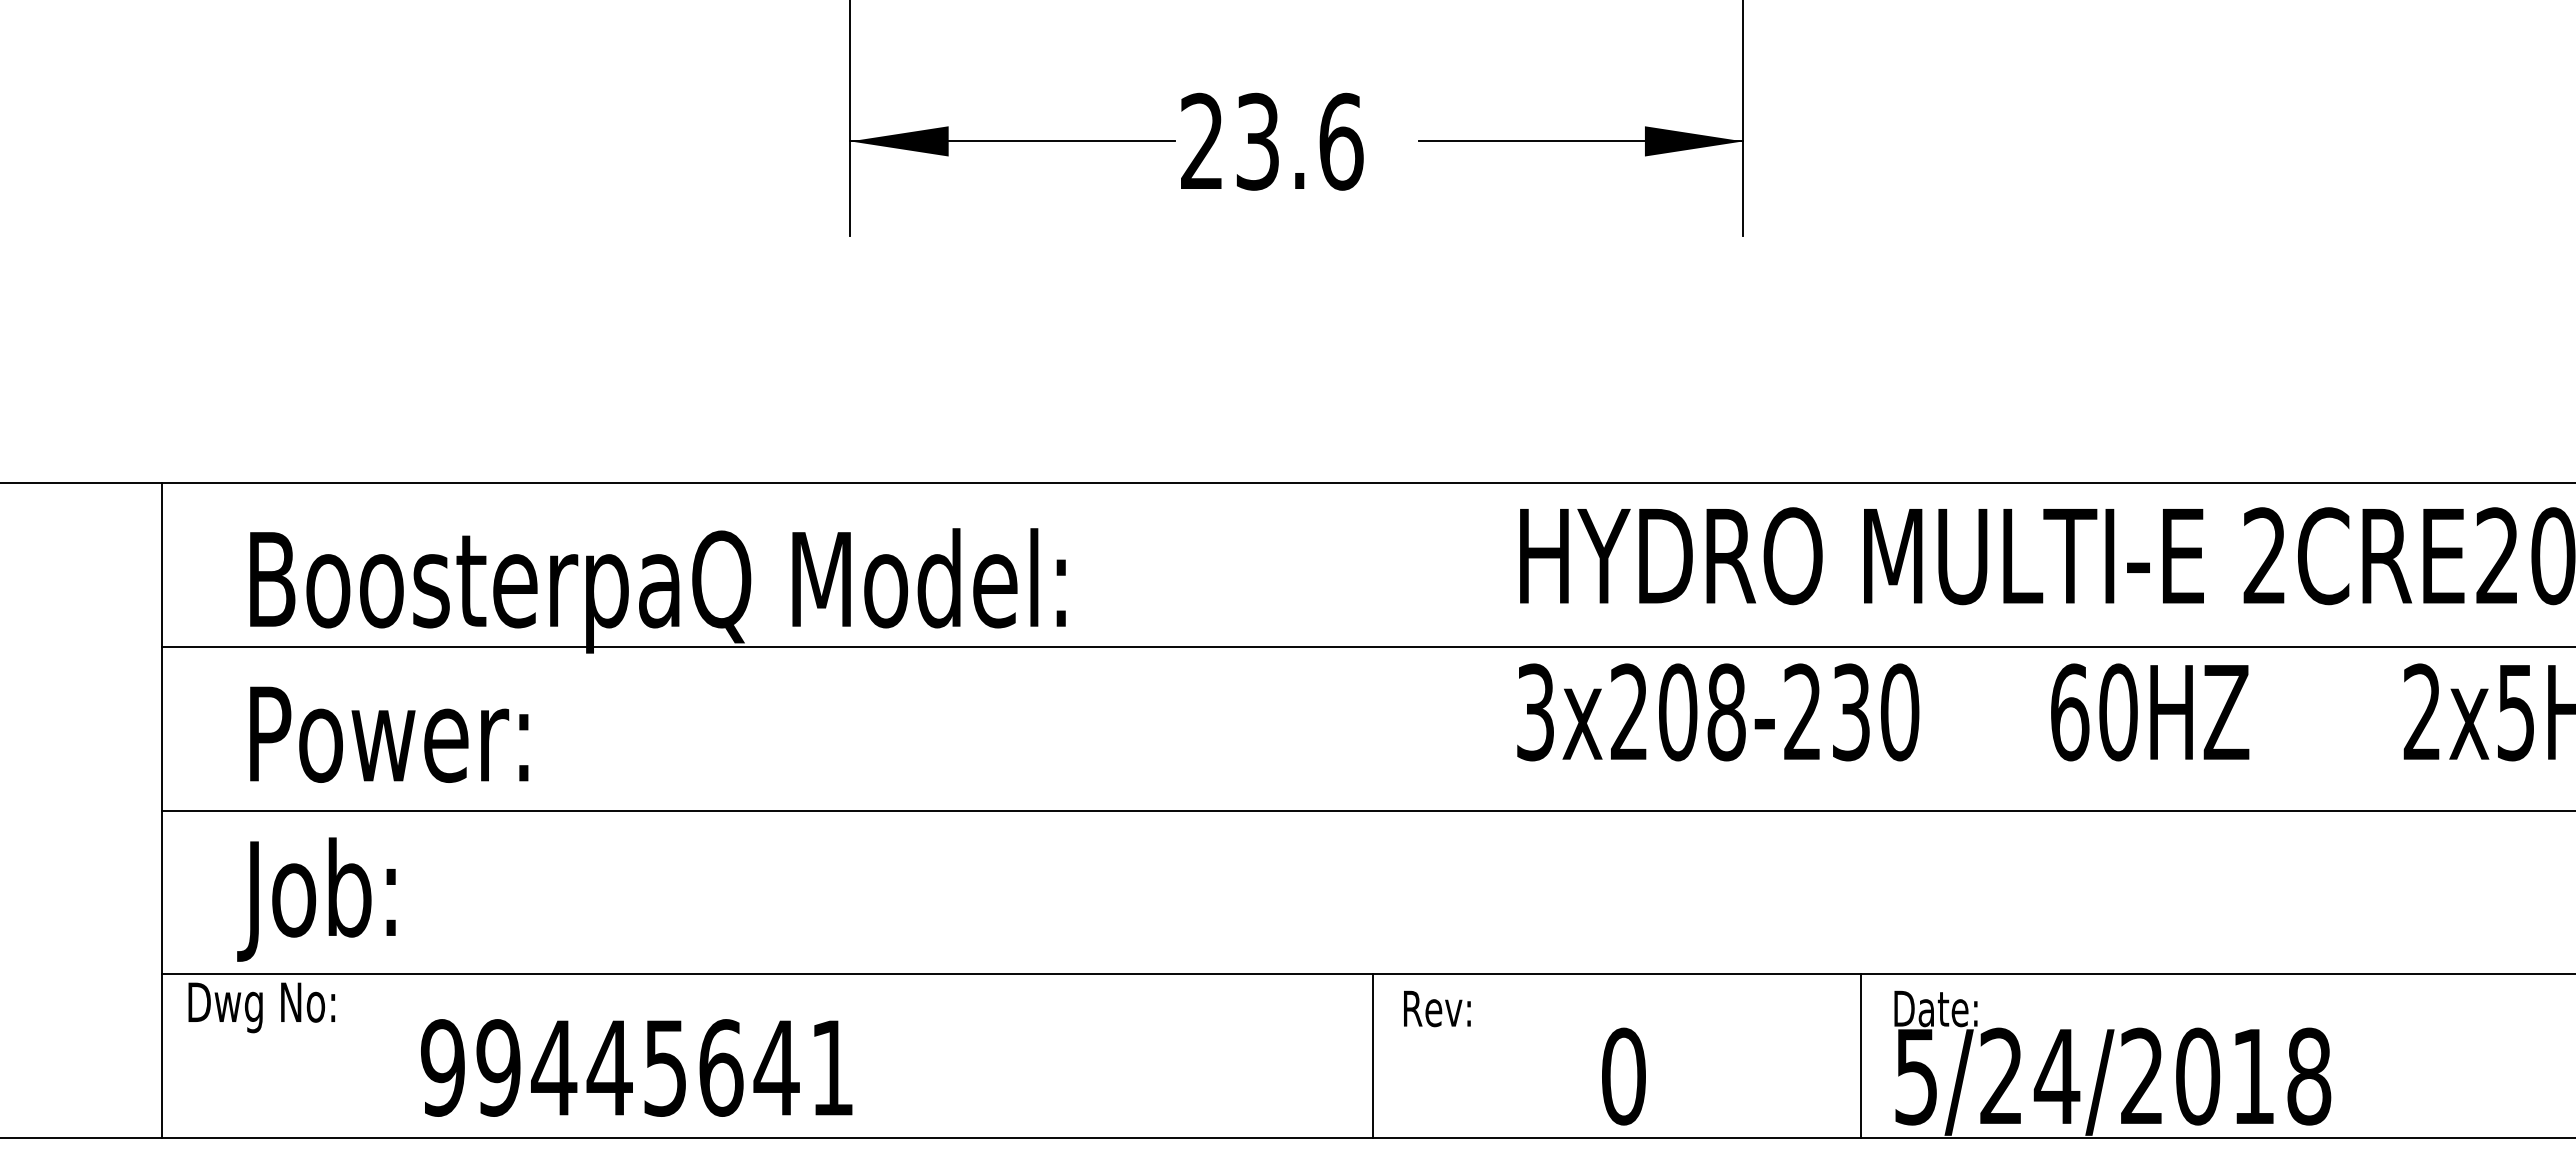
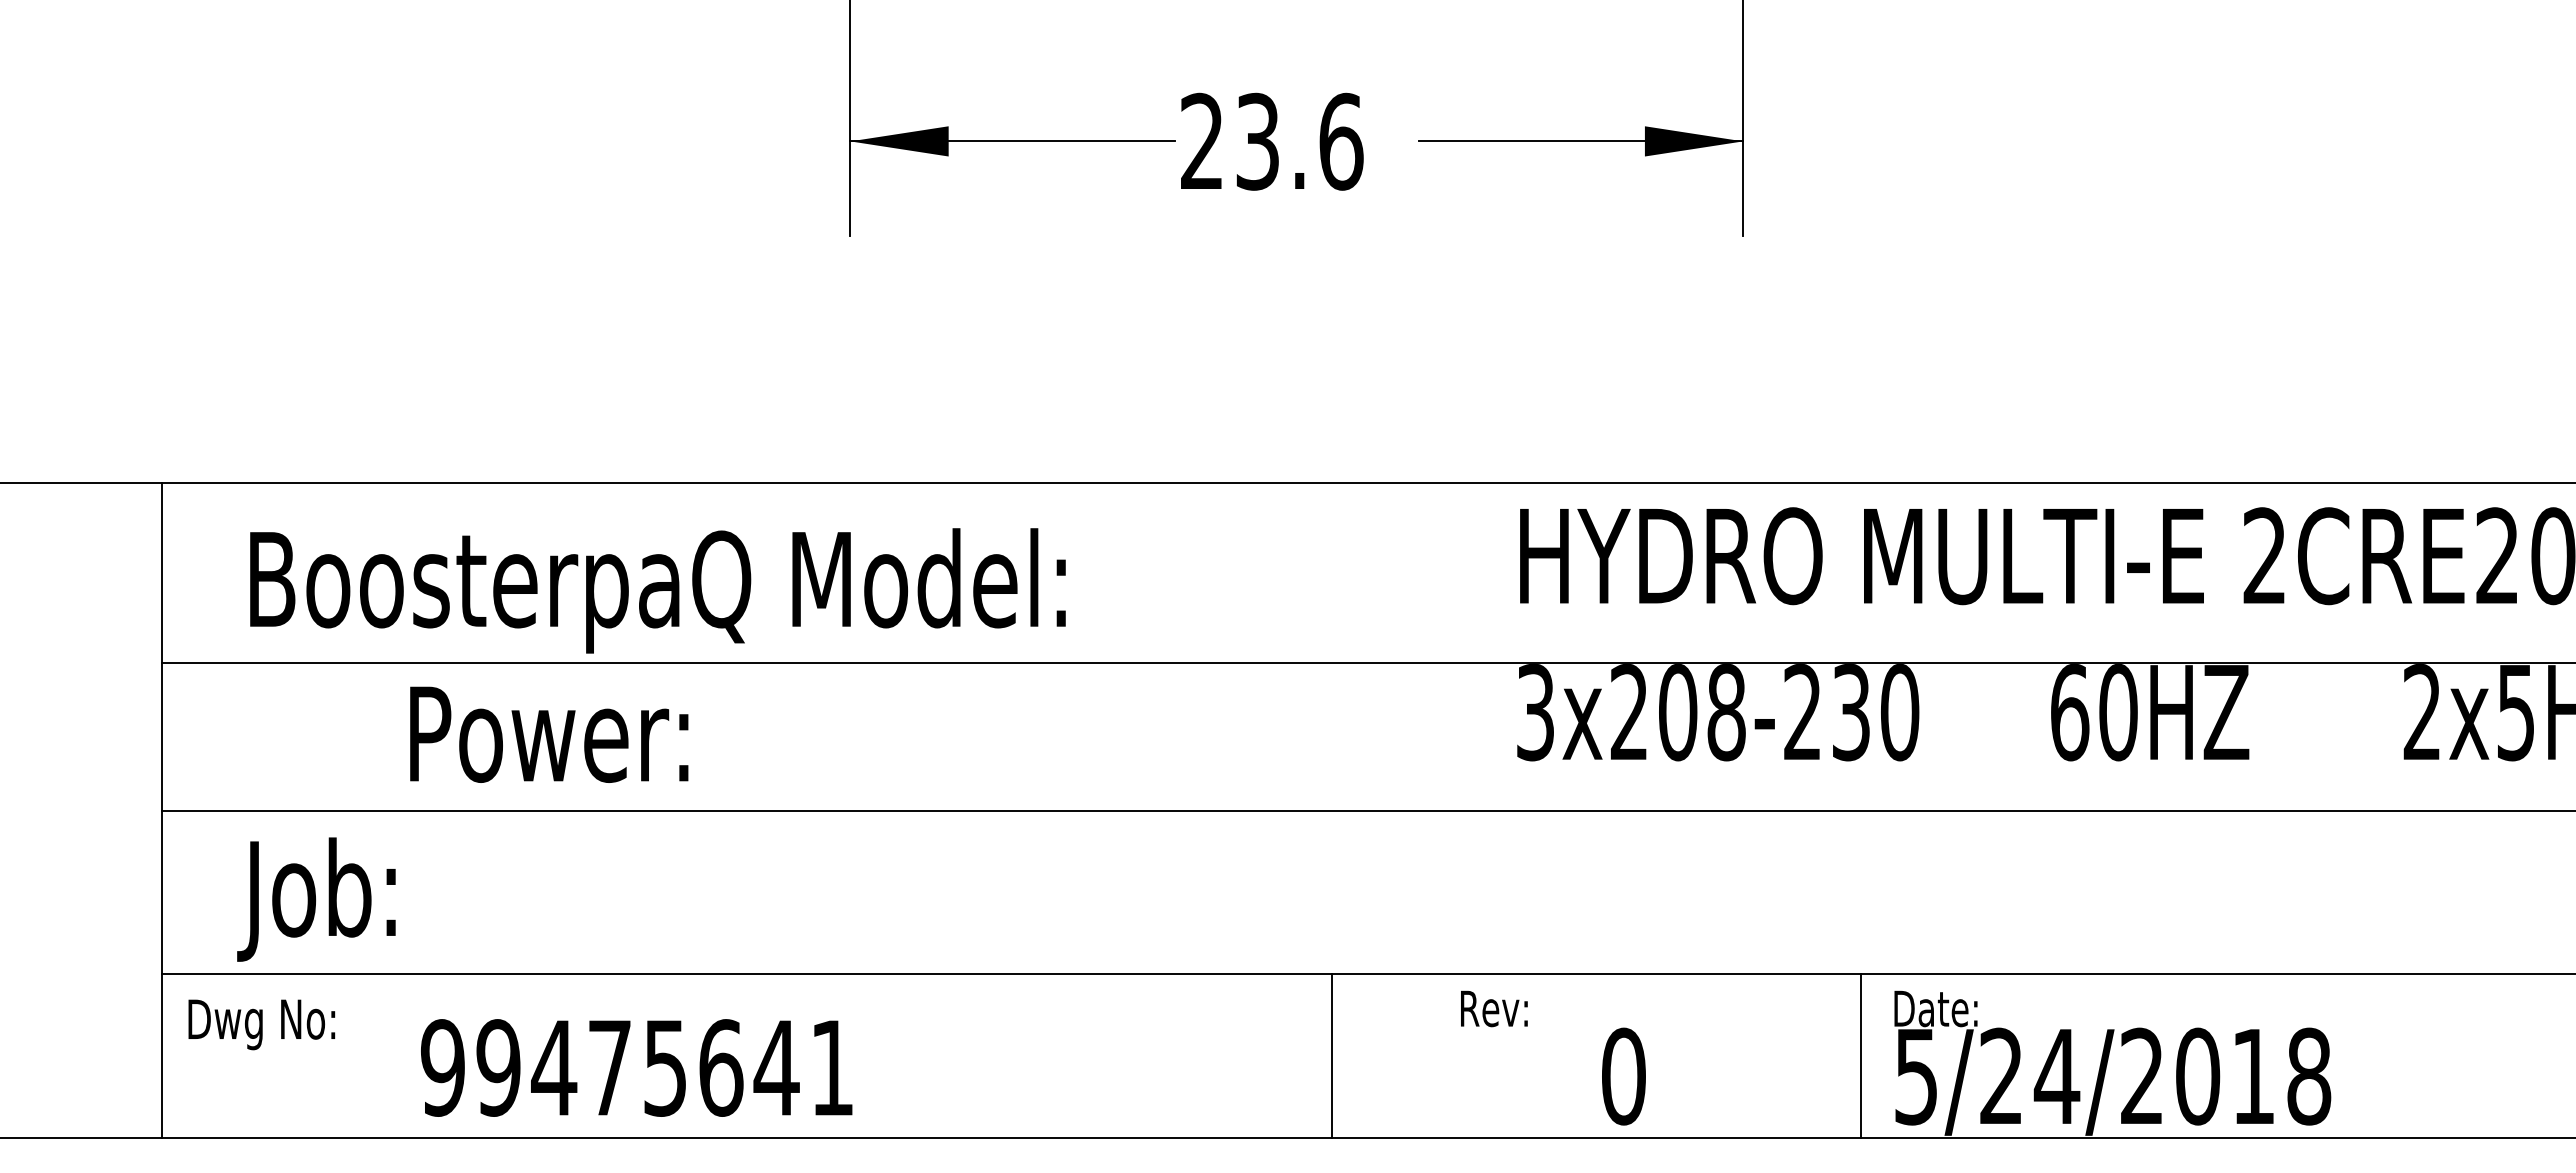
line at (1367, 646) position: (1367, 646) -> (1367, 662)
text at (389, 734) position: (389, 734) -> (549, 734)
text at (261, 1007) position: (261, 1007) -> (261, 1024)
text at (1437, 1008) position: (1437, 1008) -> (1494, 1008)
line at (1373, 1055) position: (1373, 1055) -> (1332, 1055)
text at (609, 1067): 99445641 -> 99475641
